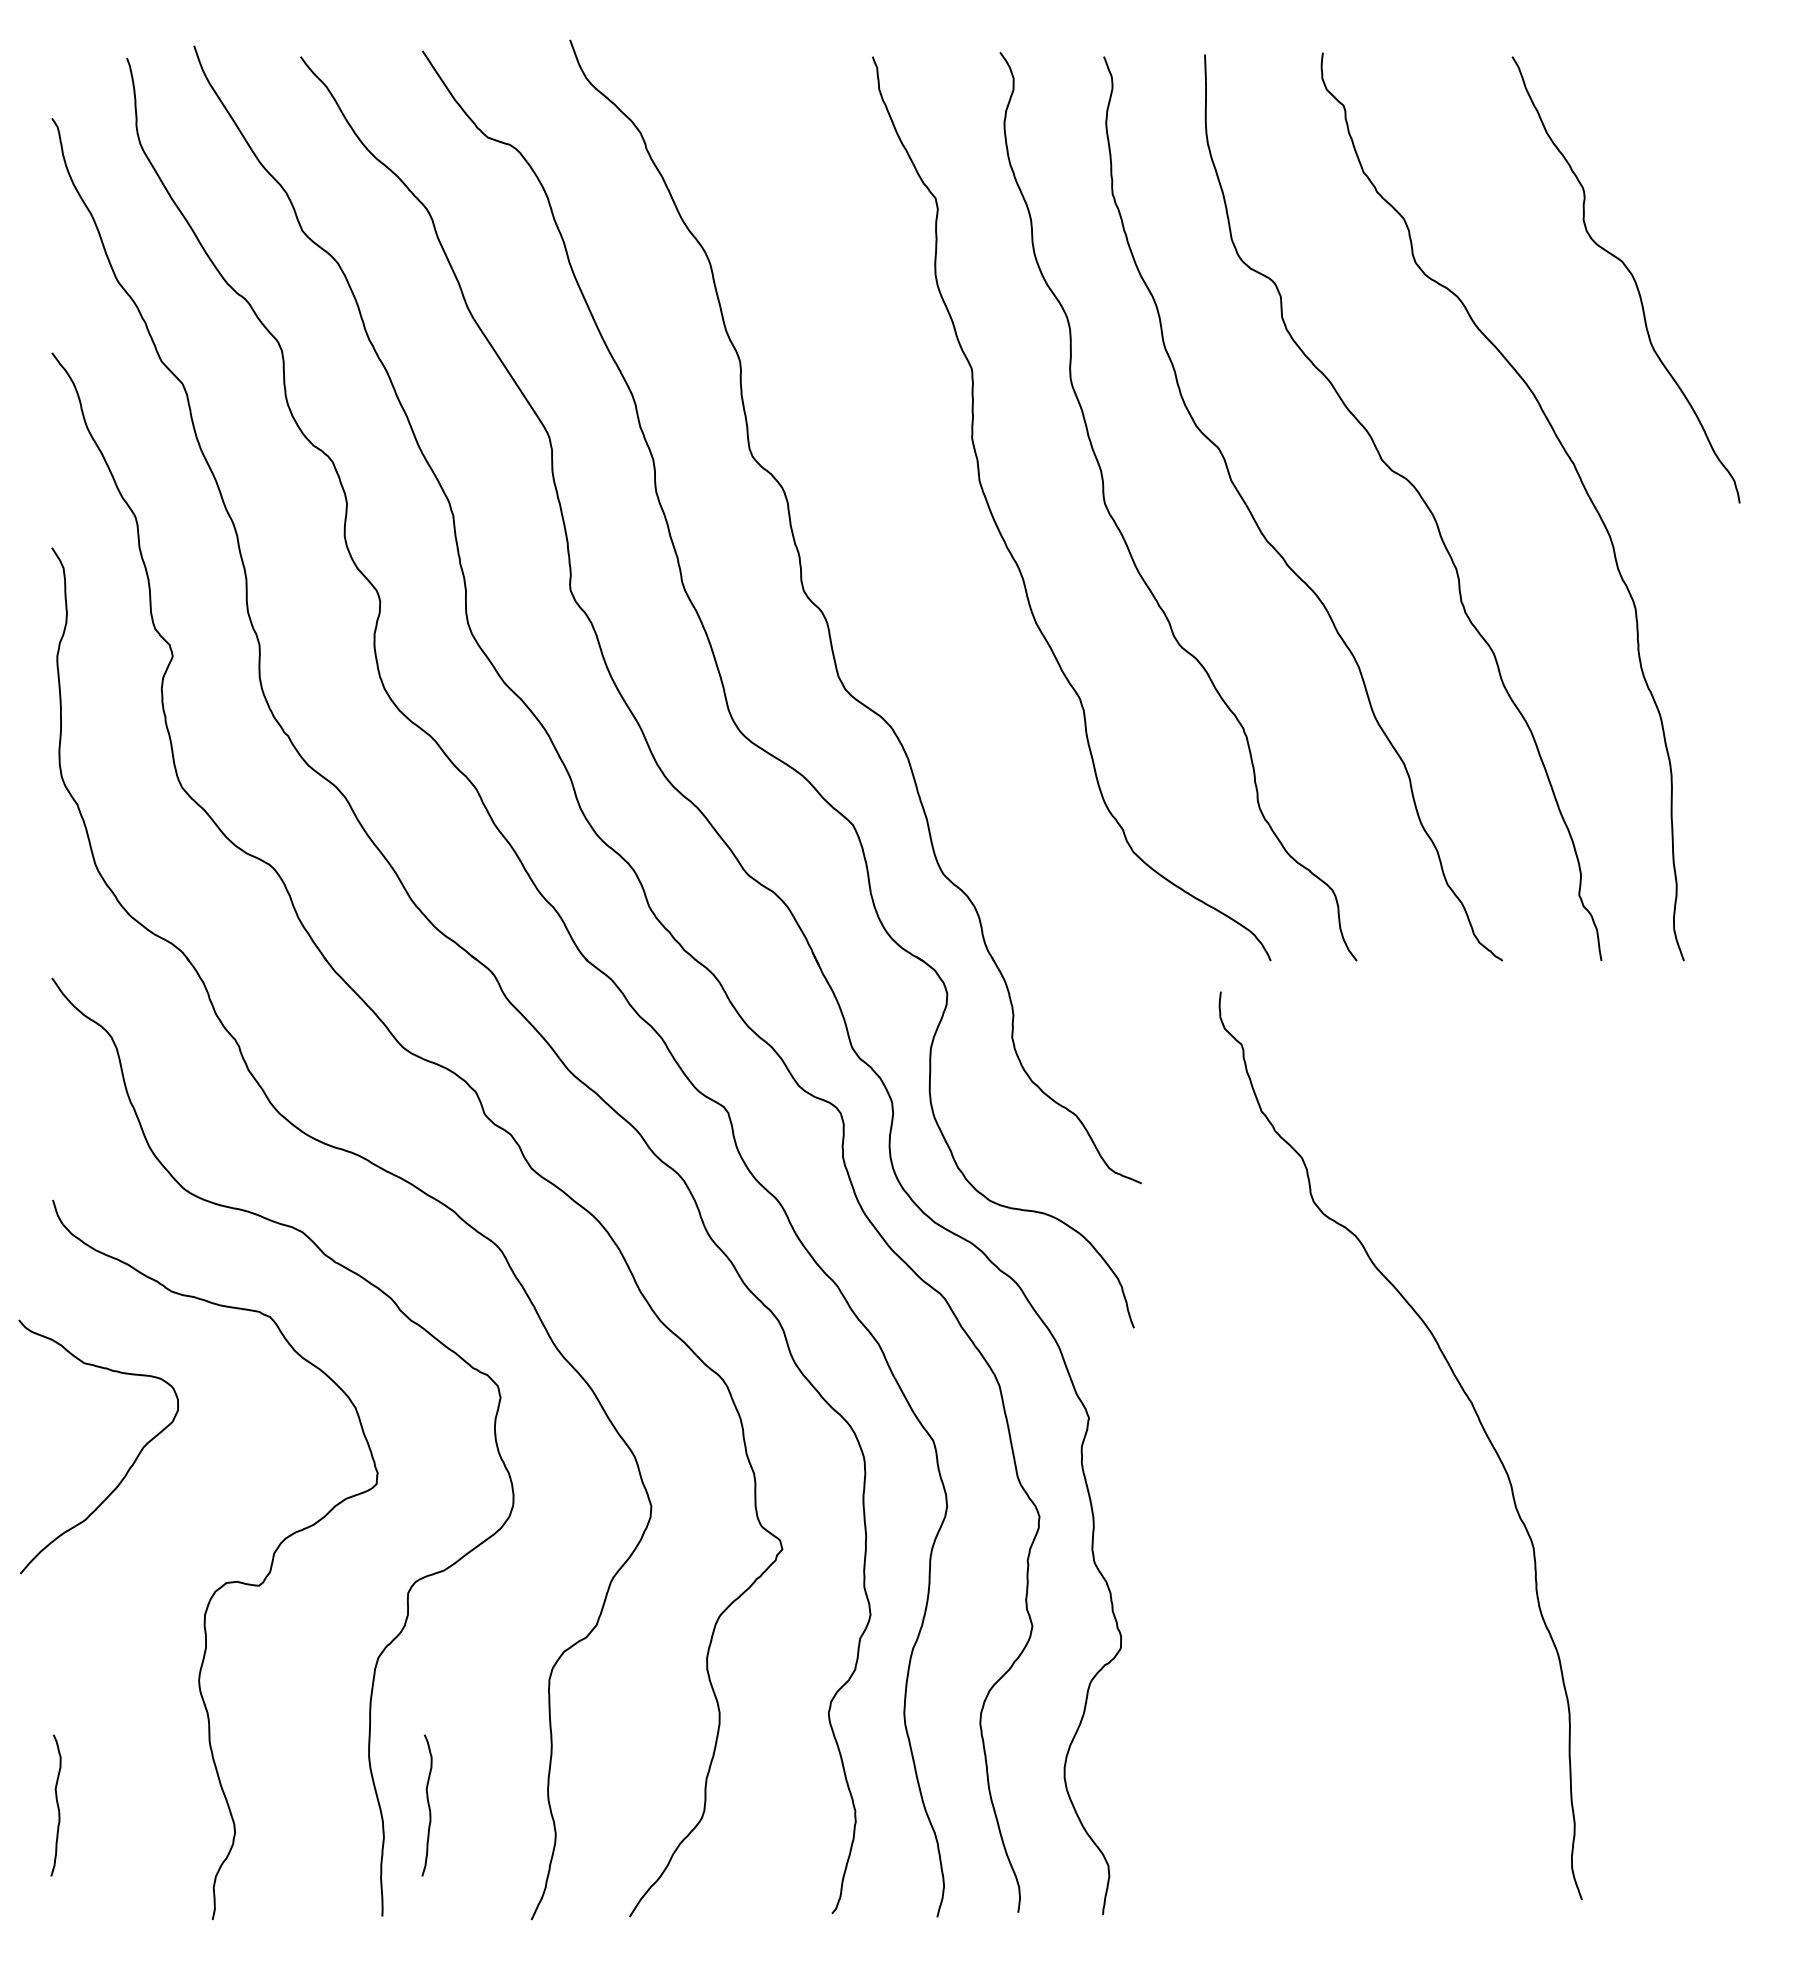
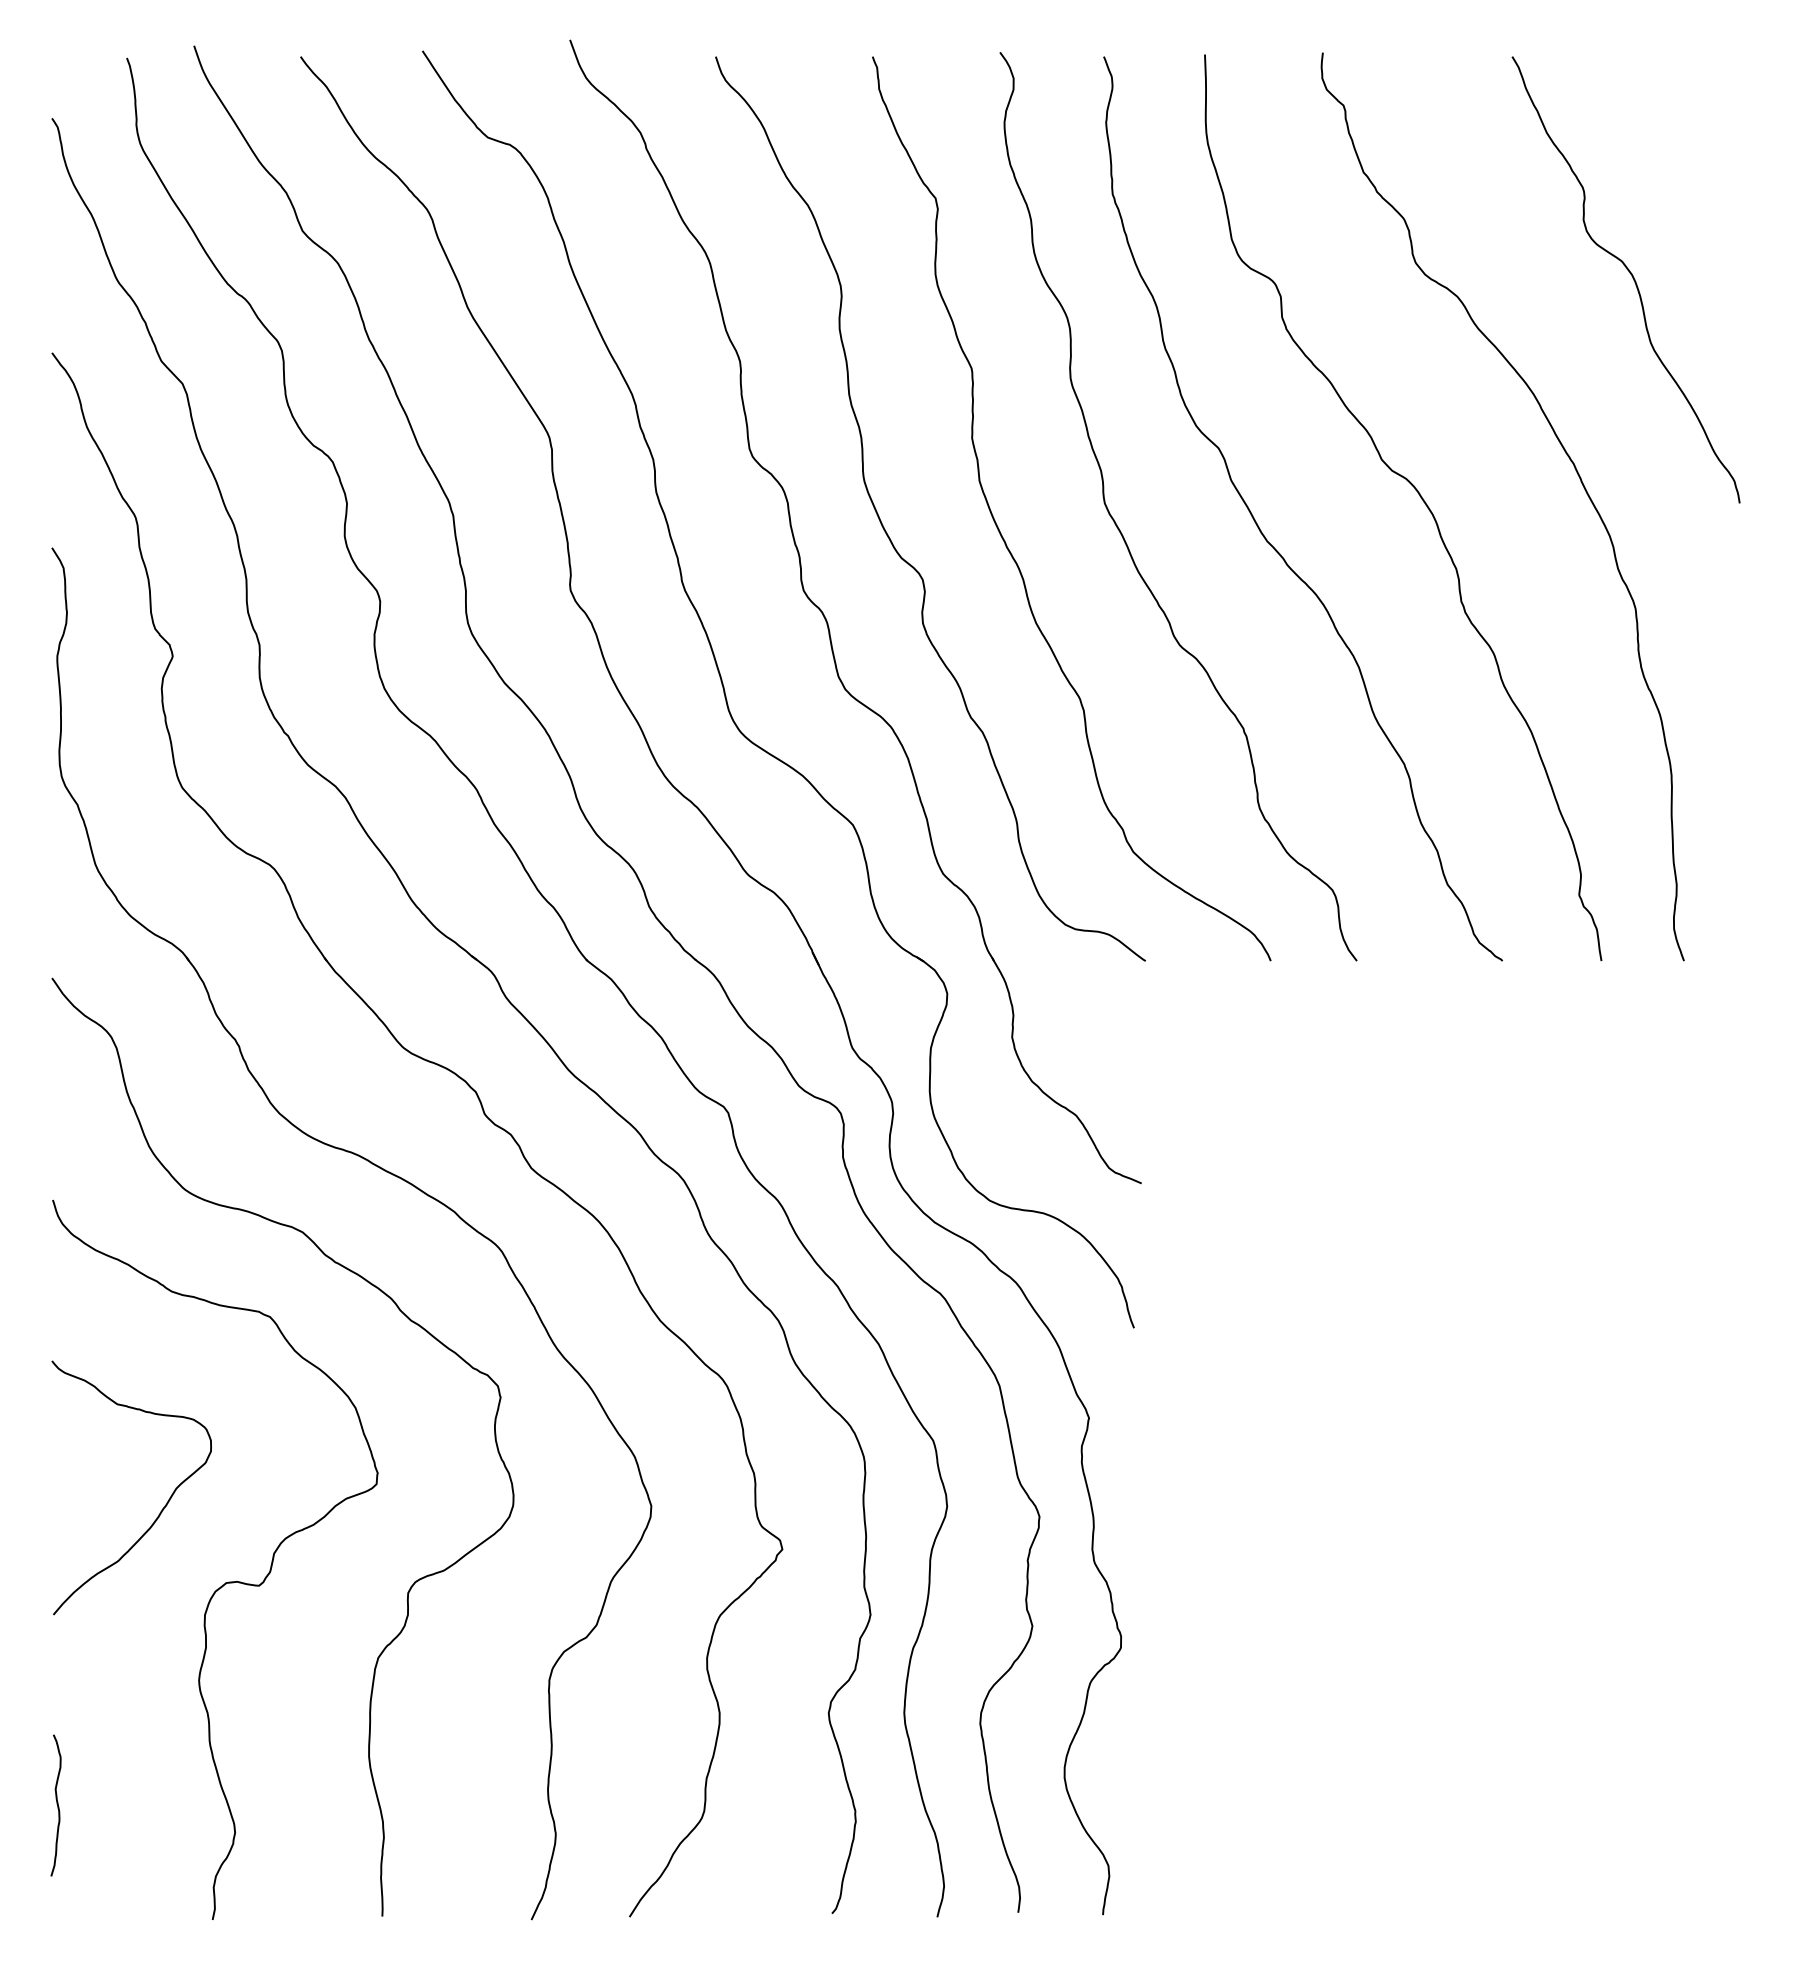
curve at (887, 532): none -> present
curve at (1473, 1409): present -> none
curve at (128, 1468) position: (128, 1468) -> (161, 1509)
curve at (427, 1804): present -> none
